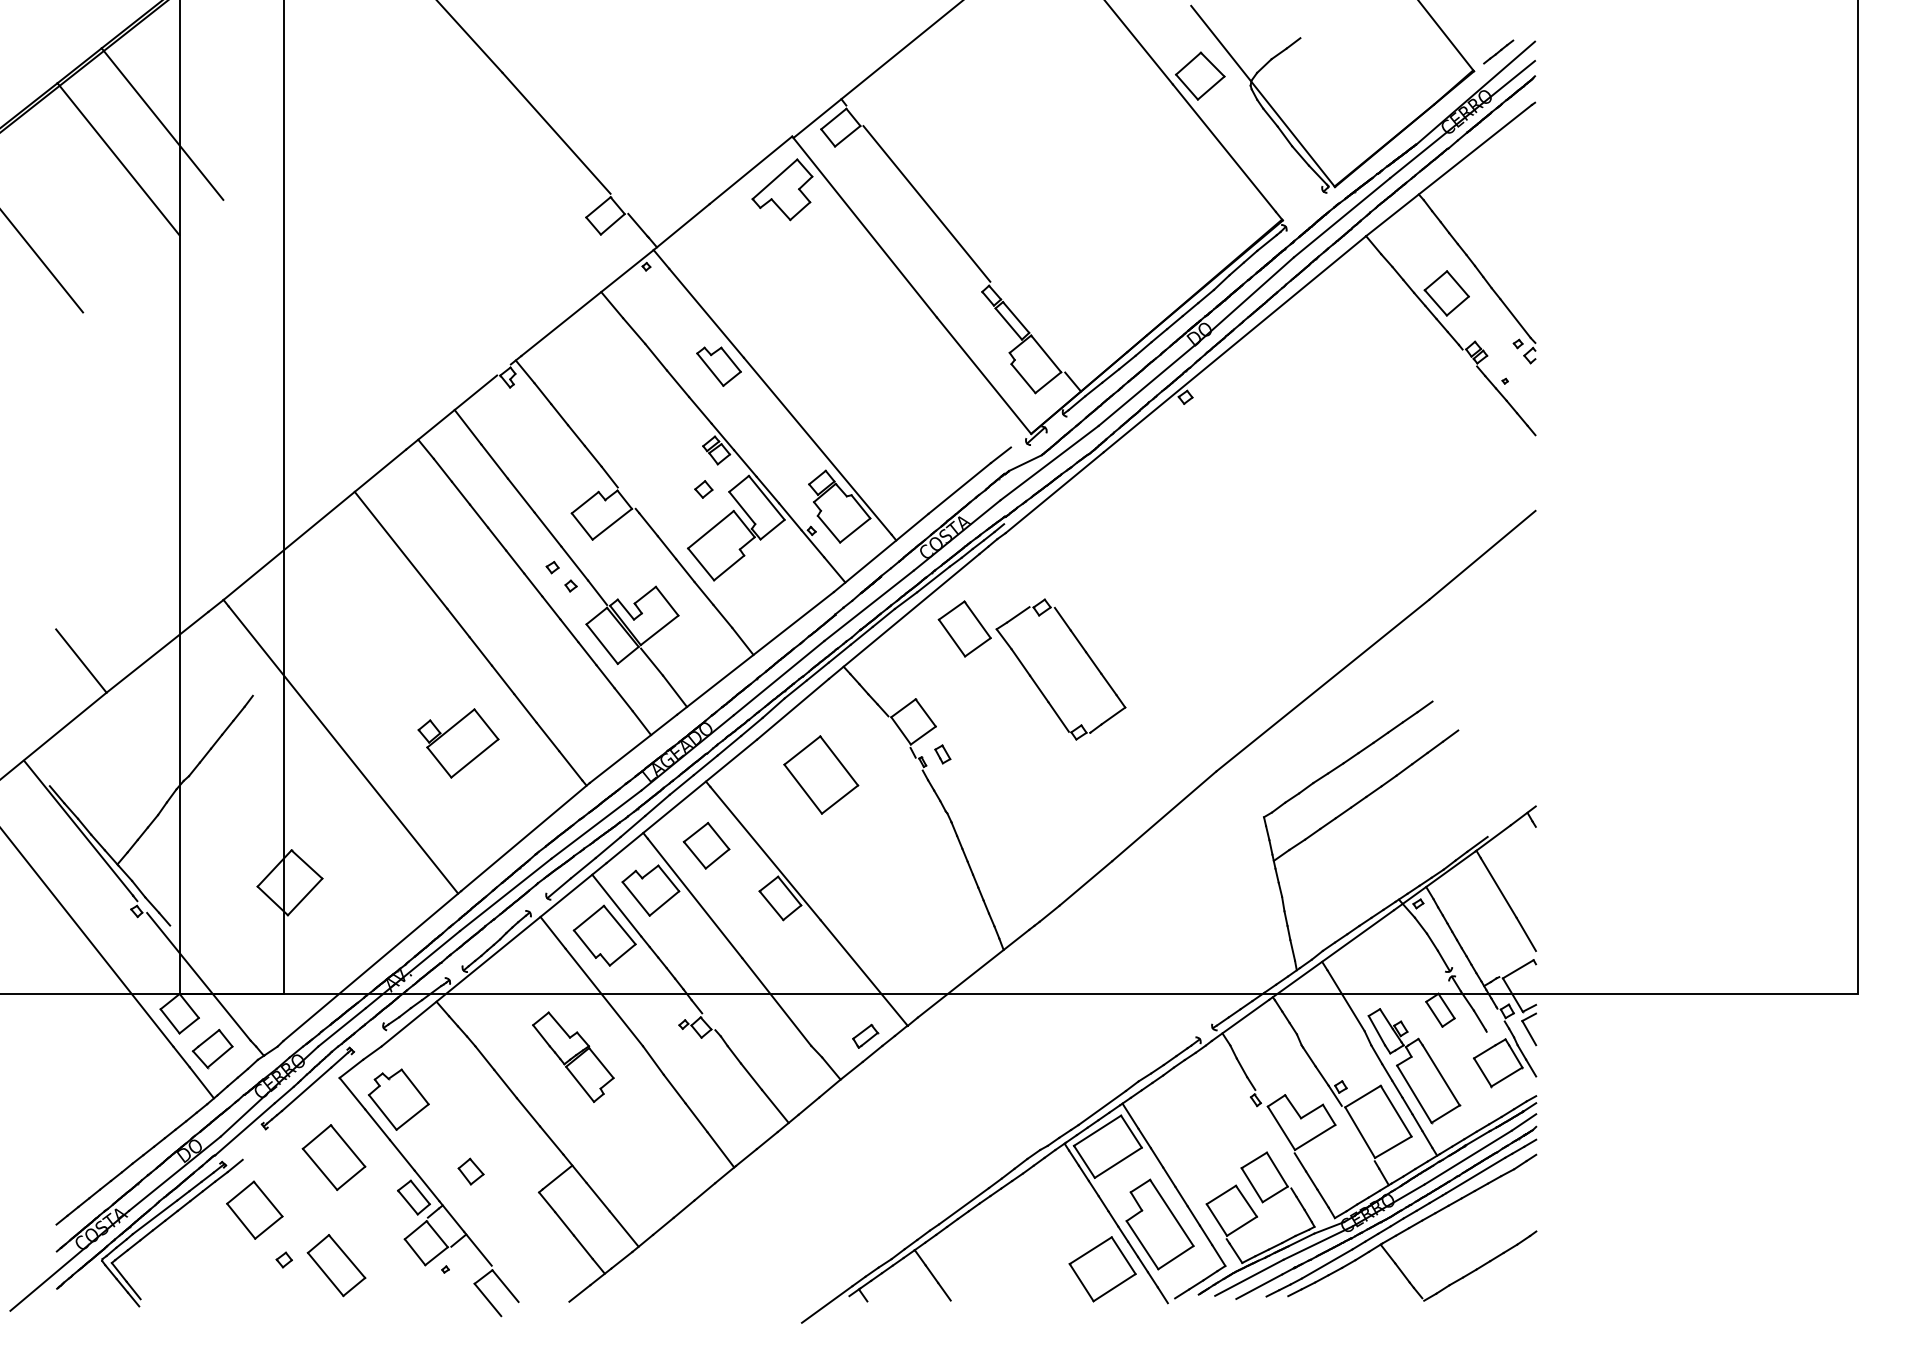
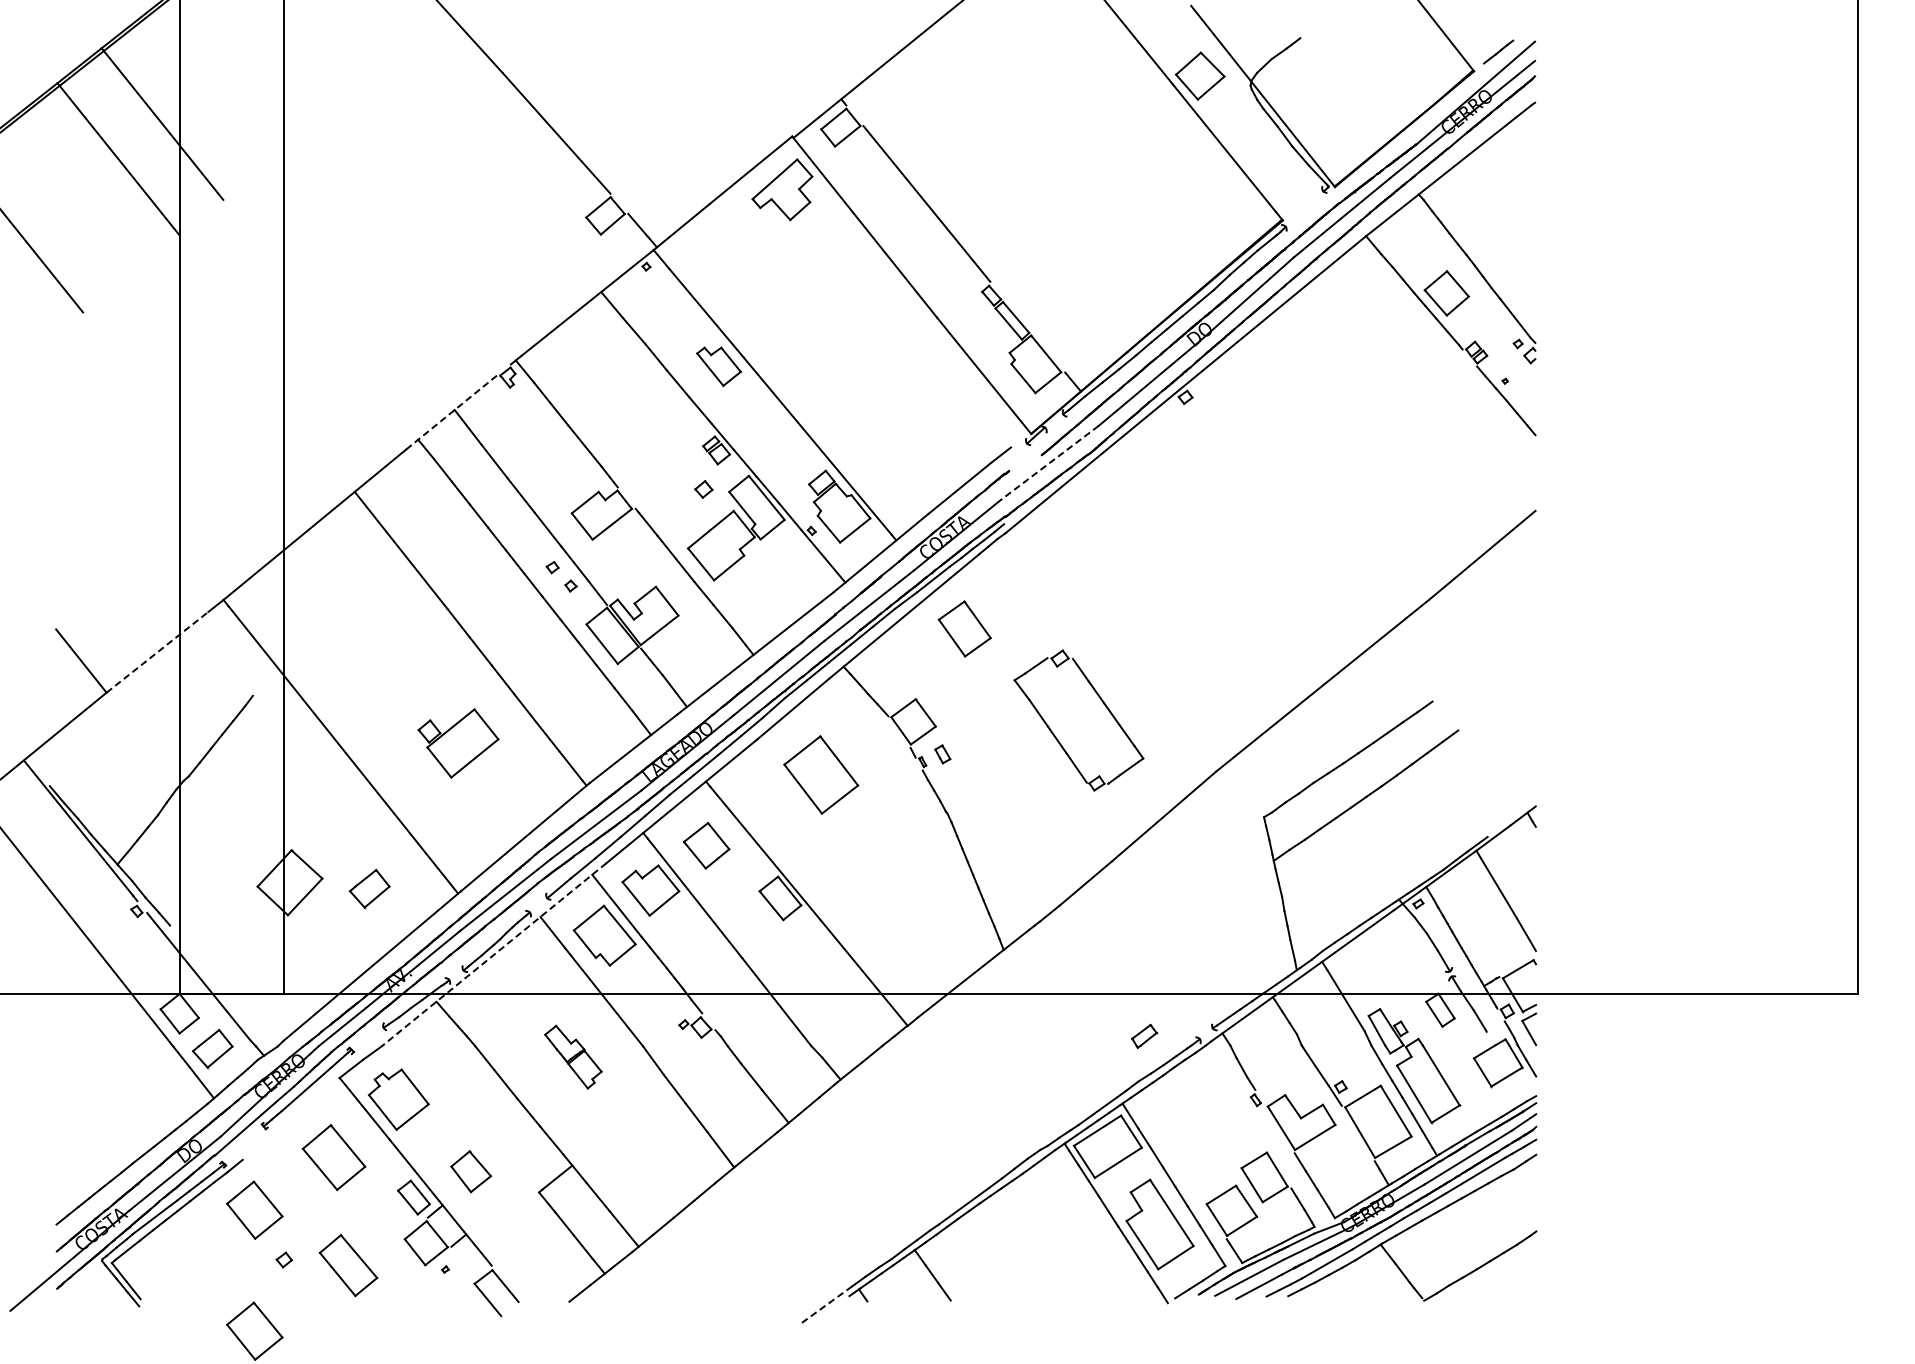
line at (451, 412): solid -> dashed
line at (1025, 462): present -> none
line at (1049, 463): solid -> dashed
line at (157, 652): solid -> dashed
part at (1037, 684) position: (1037, 684) -> (1055, 735)
part at (369, 888): none -> present
line at (493, 955): solid -> dashed
part at (865, 1035) position: (865, 1035) -> (1144, 1035)
part at (573, 1056) size: 83x92 px -> 59x66 px
part at (470, 1171) size: 28x29 px -> 43x44 px
part at (336, 1265) position: (336, 1265) -> (348, 1265)
part at (1102, 1269): present -> none
line at (827, 1304): solid -> dashed
part at (254, 1330): none -> present
